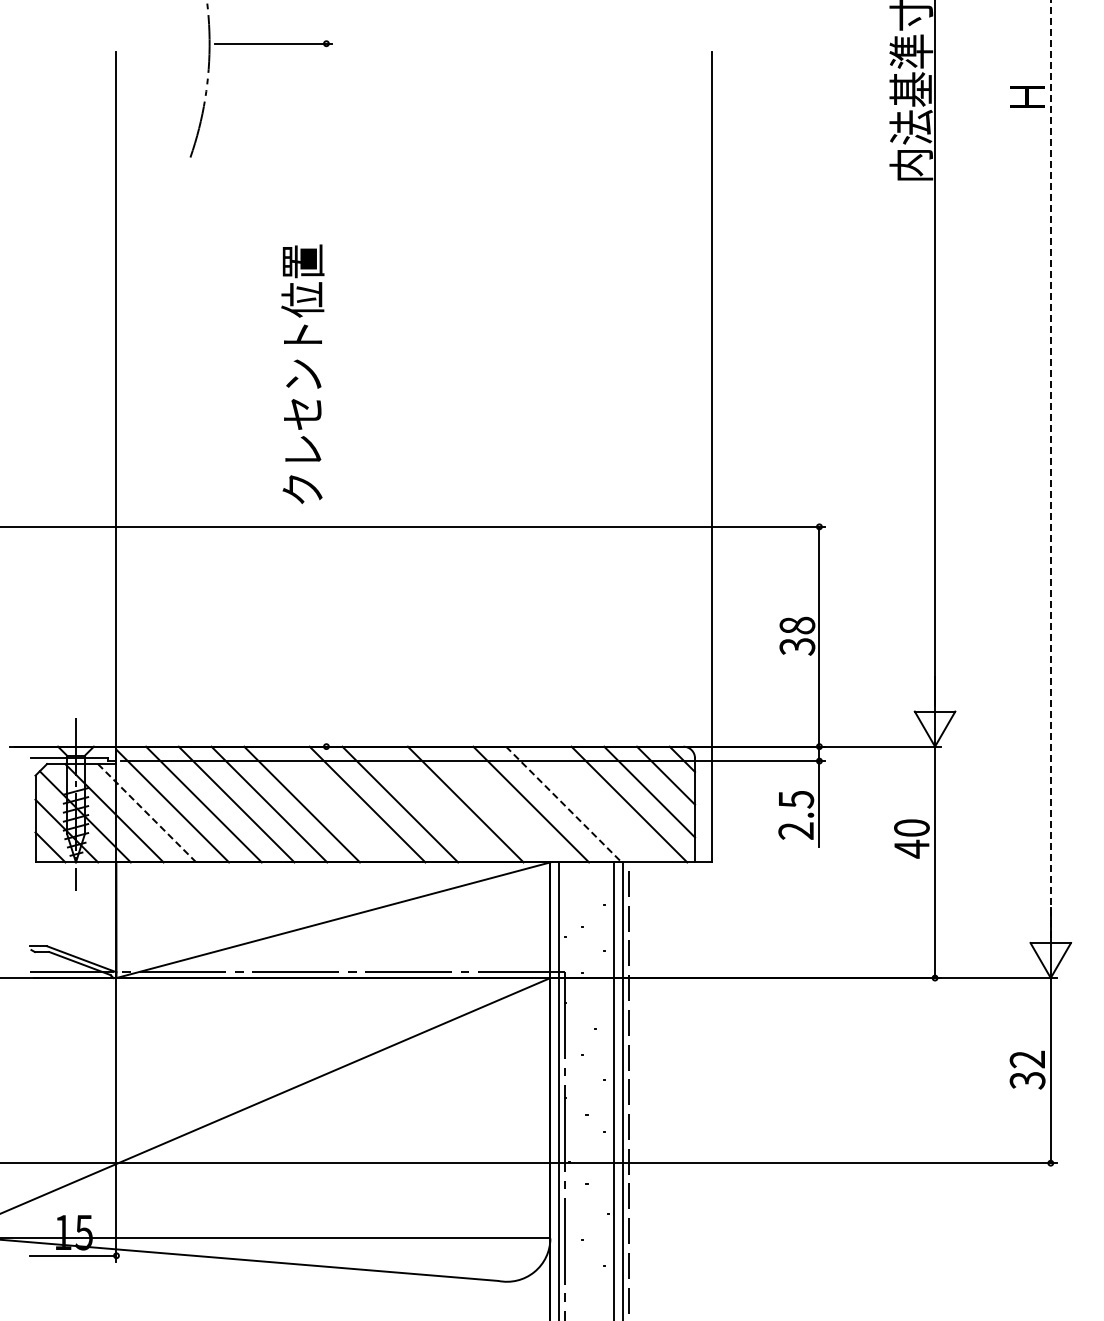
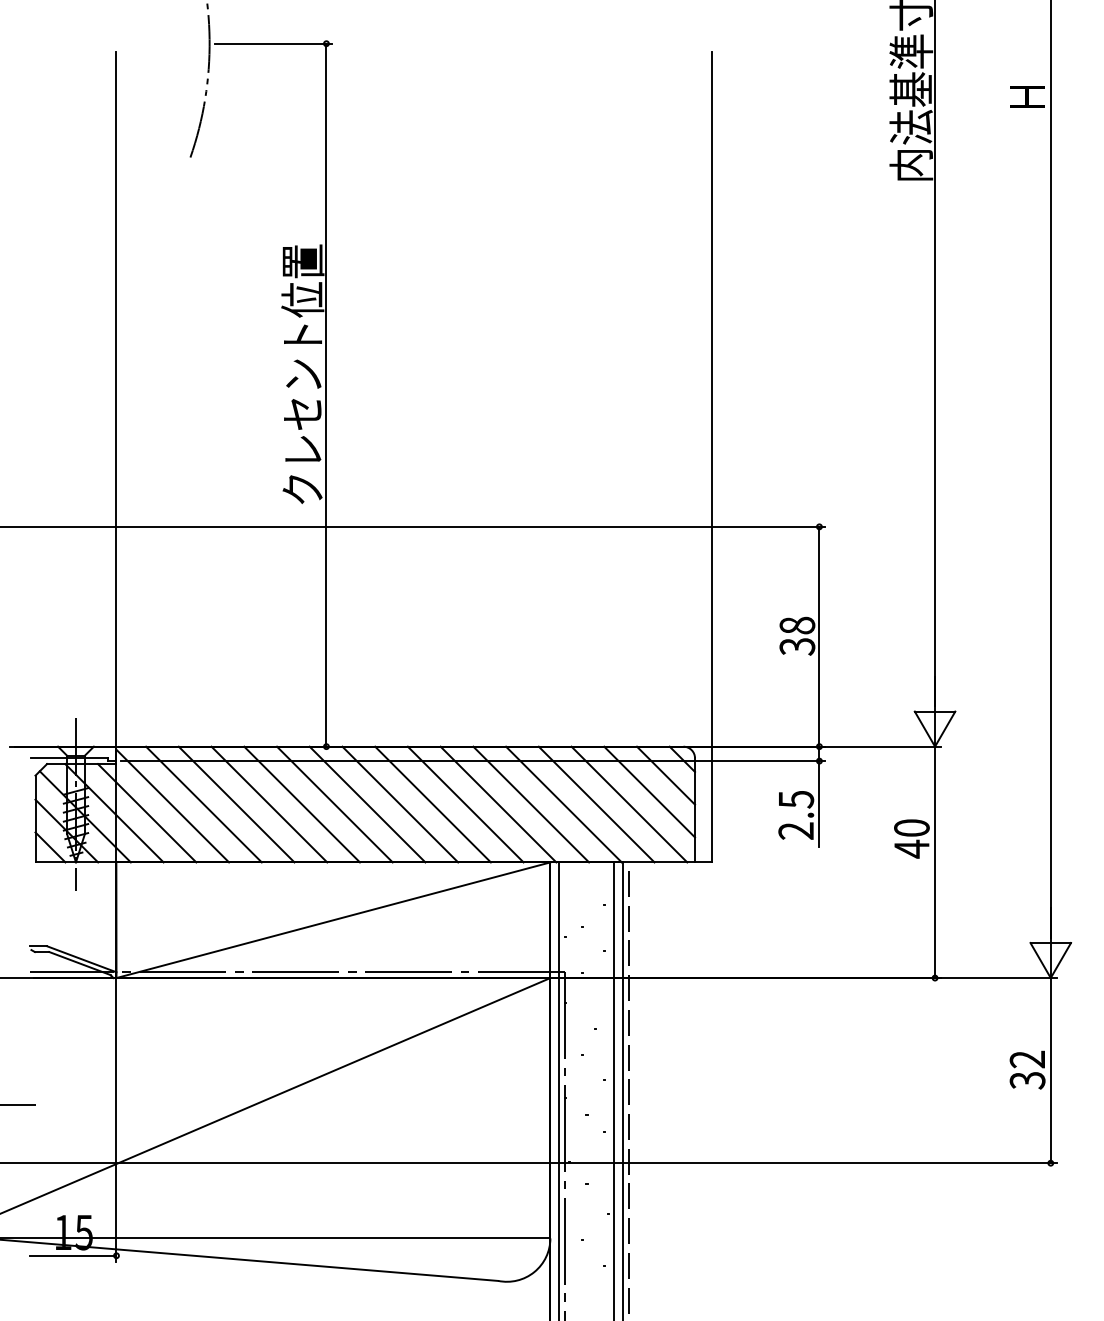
line at (326, 394): none -> present
line at (1050, 469): dashed -> solid
line at (334, 804): none -> present
line at (432, 804): none -> present
line at (498, 804): none -> present
line at (563, 804): dashed -> solid
line at (596, 804): none -> present
line at (147, 813): dashed -> solid
line at (18, 1105): none -> present
